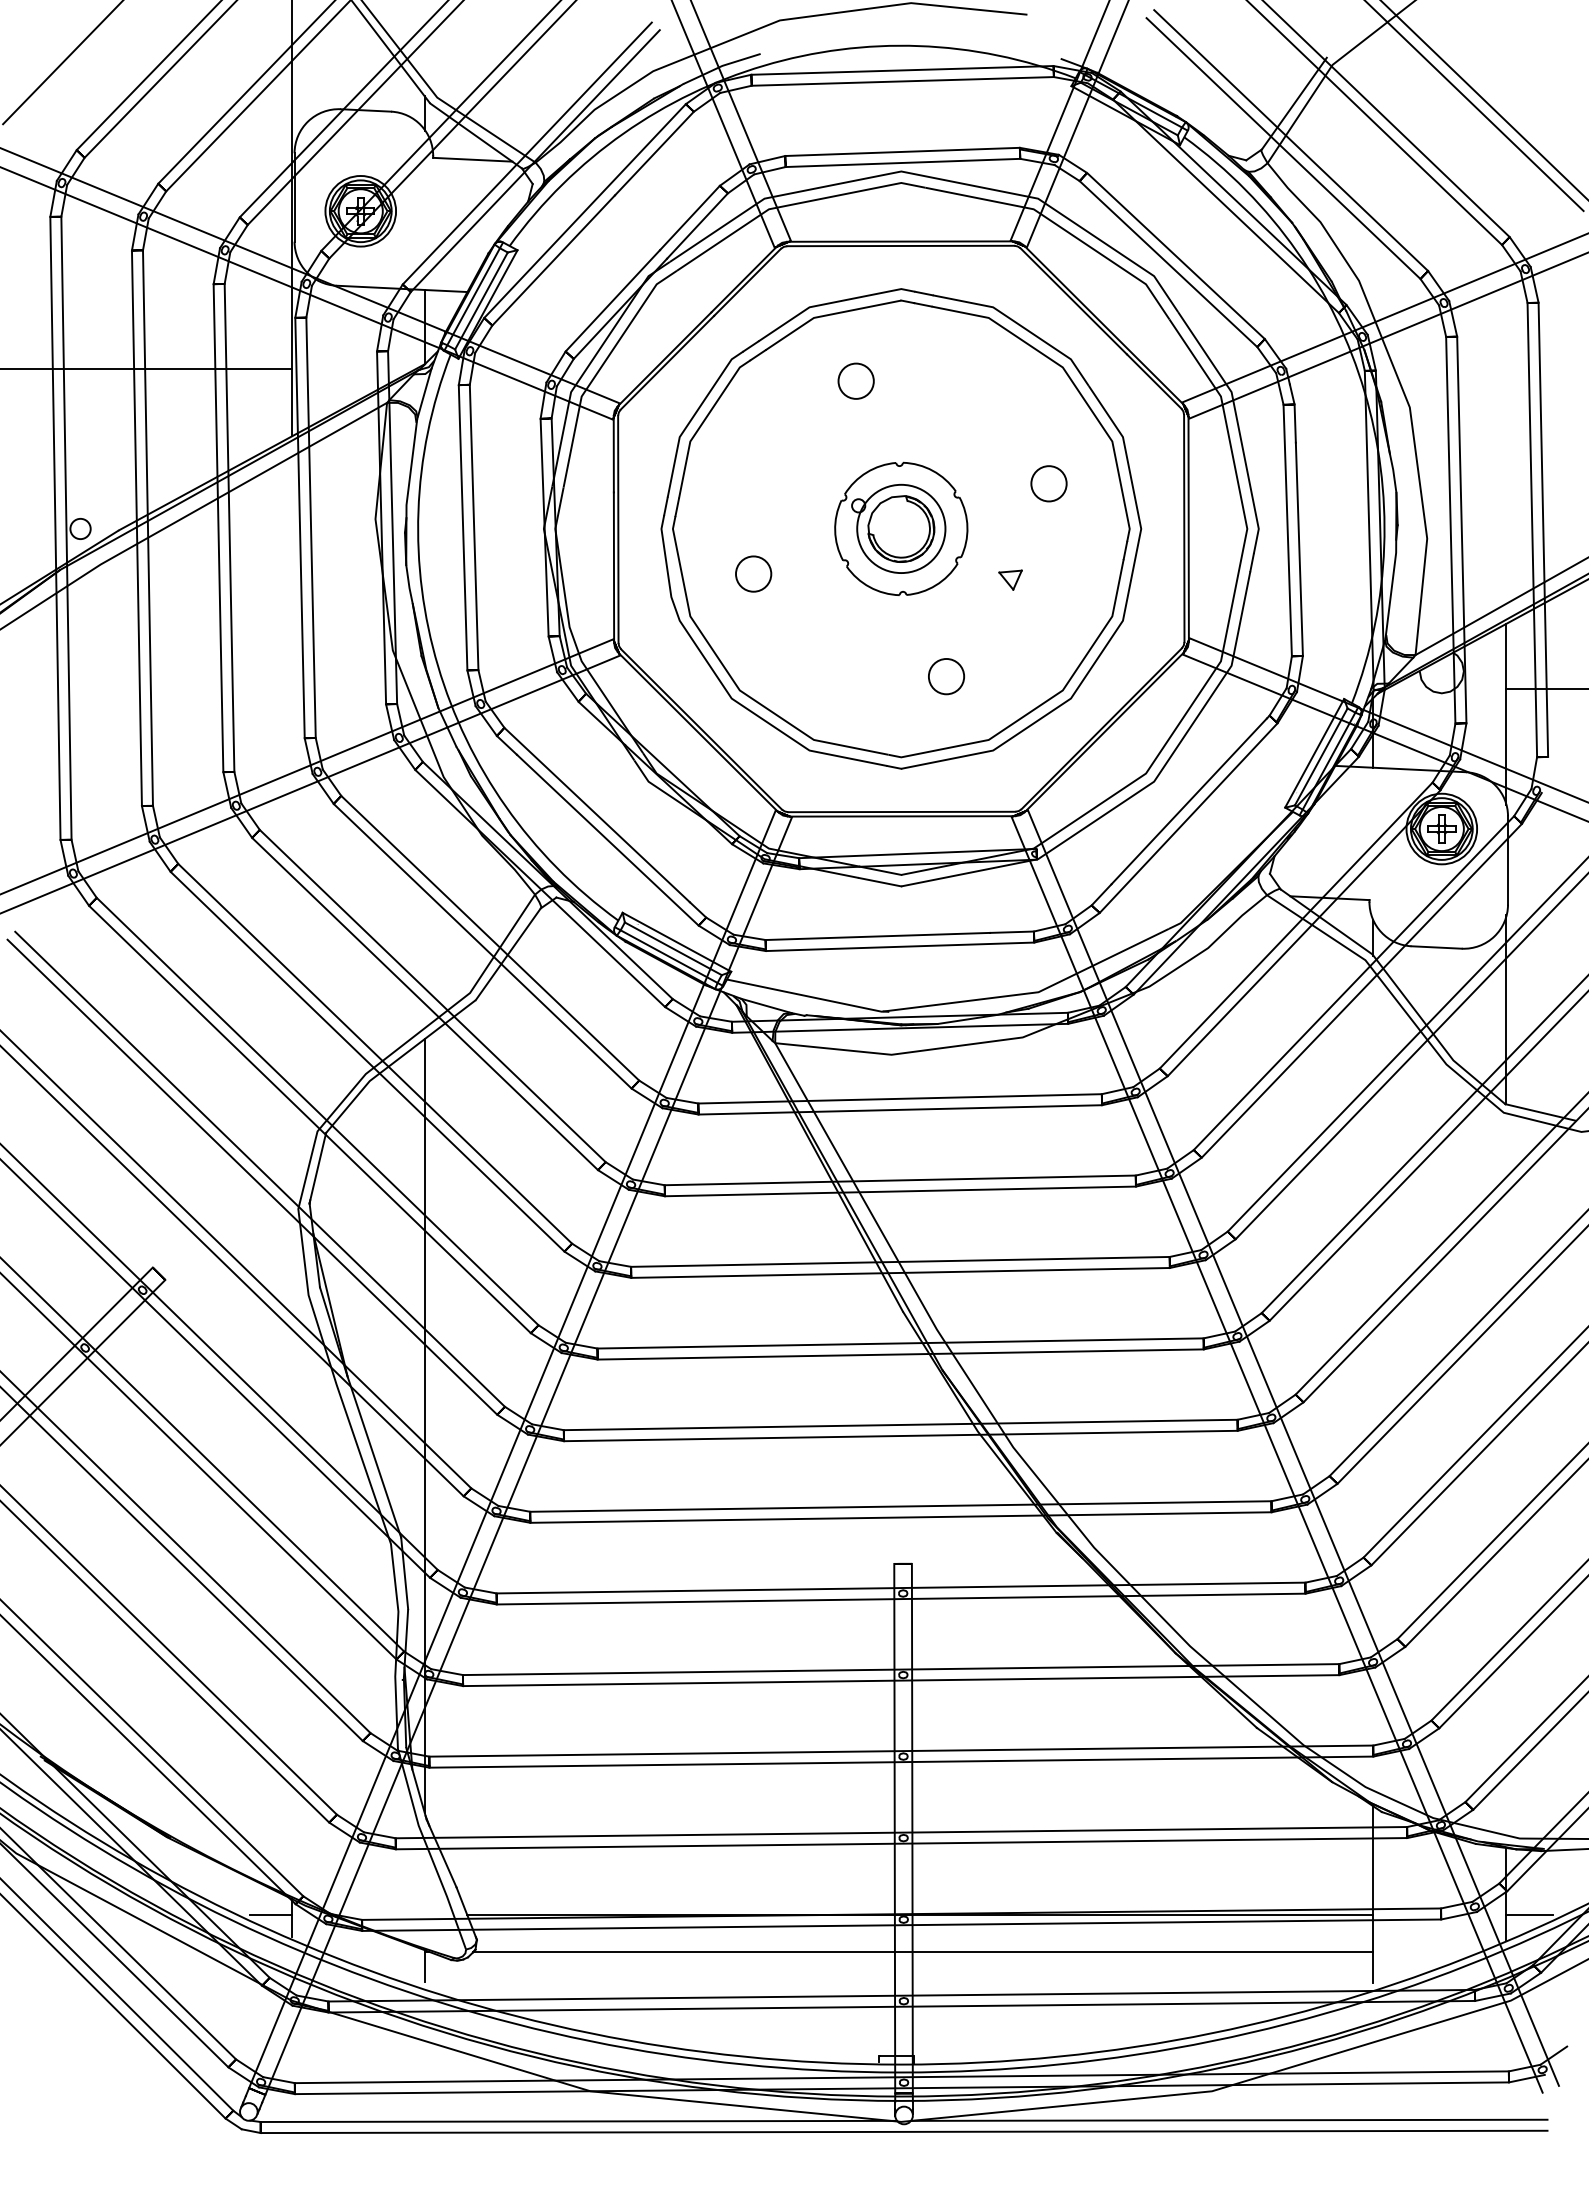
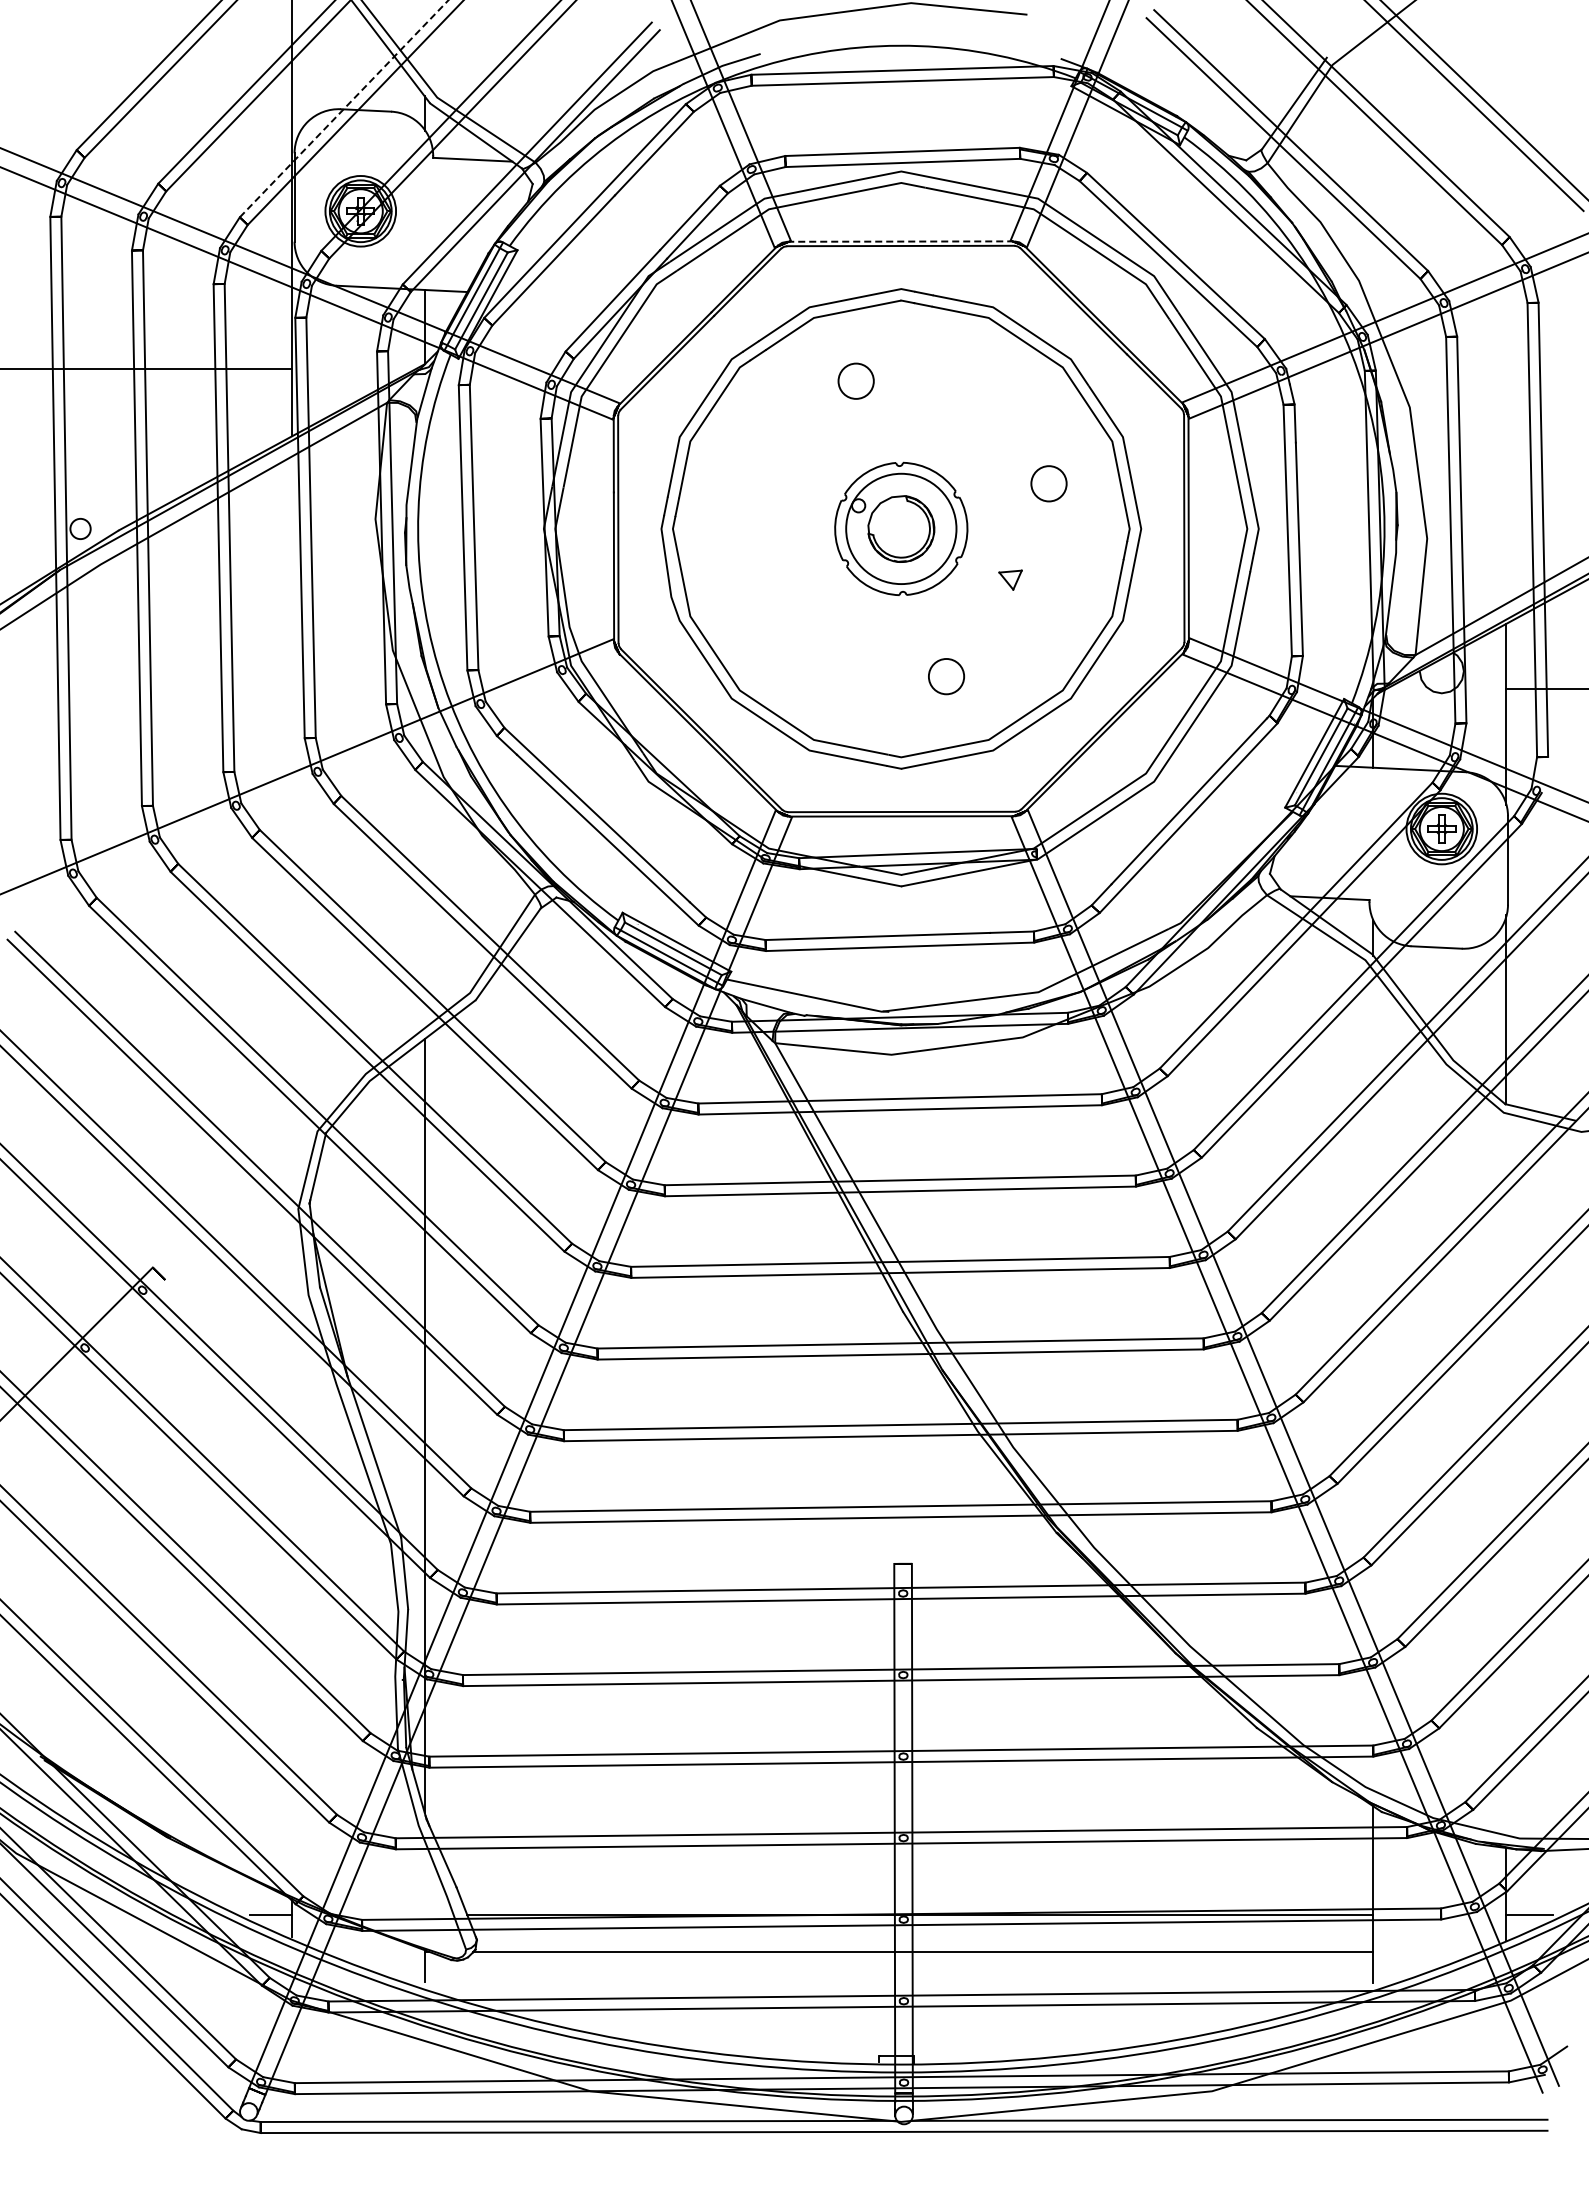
line at (62, 63): present -> none
line at (344, 108): solid -> dashed
line at (900, 241): solid -> dashed
circle at (901, 528) diameter: 88 px -> 110 px
circle at (753, 573): present -> none
line at (311, 783): present -> none
line at (83, 1361): present -> none
